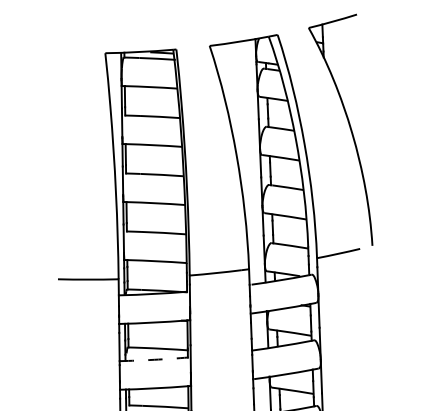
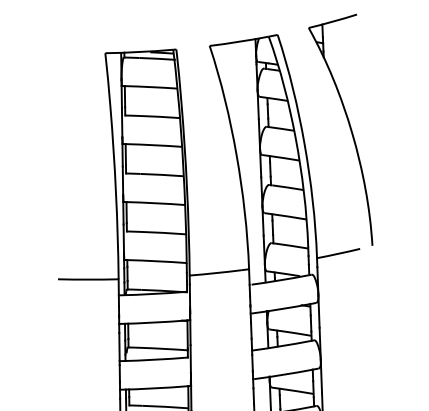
arc at (154, 359): dashed -> solid
